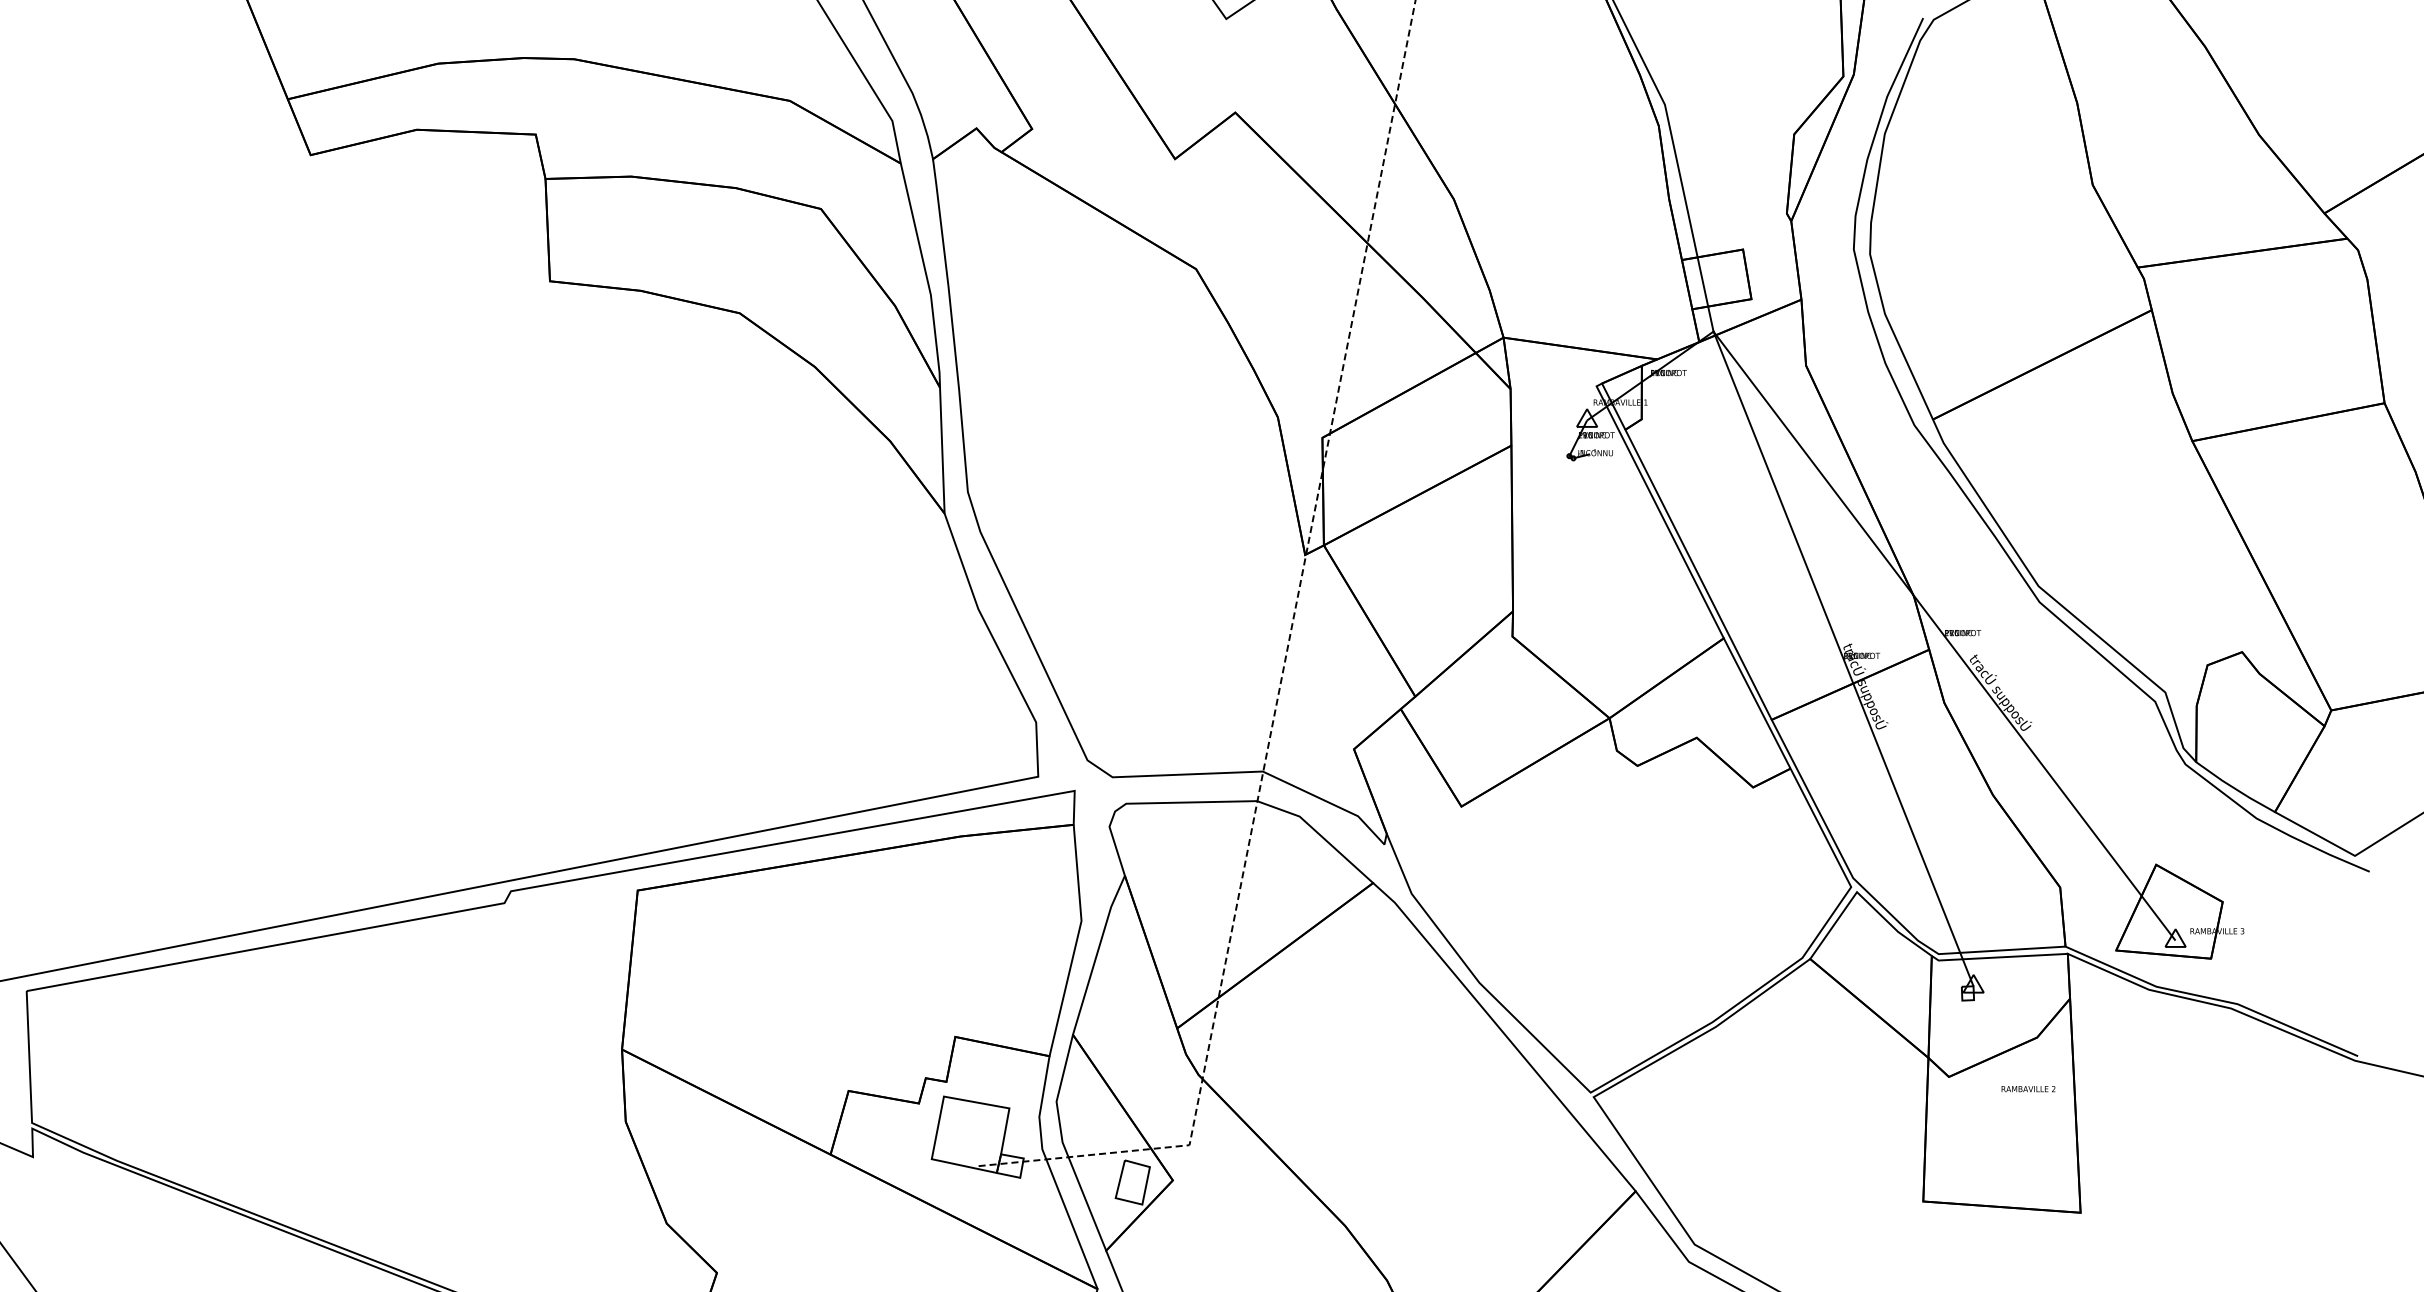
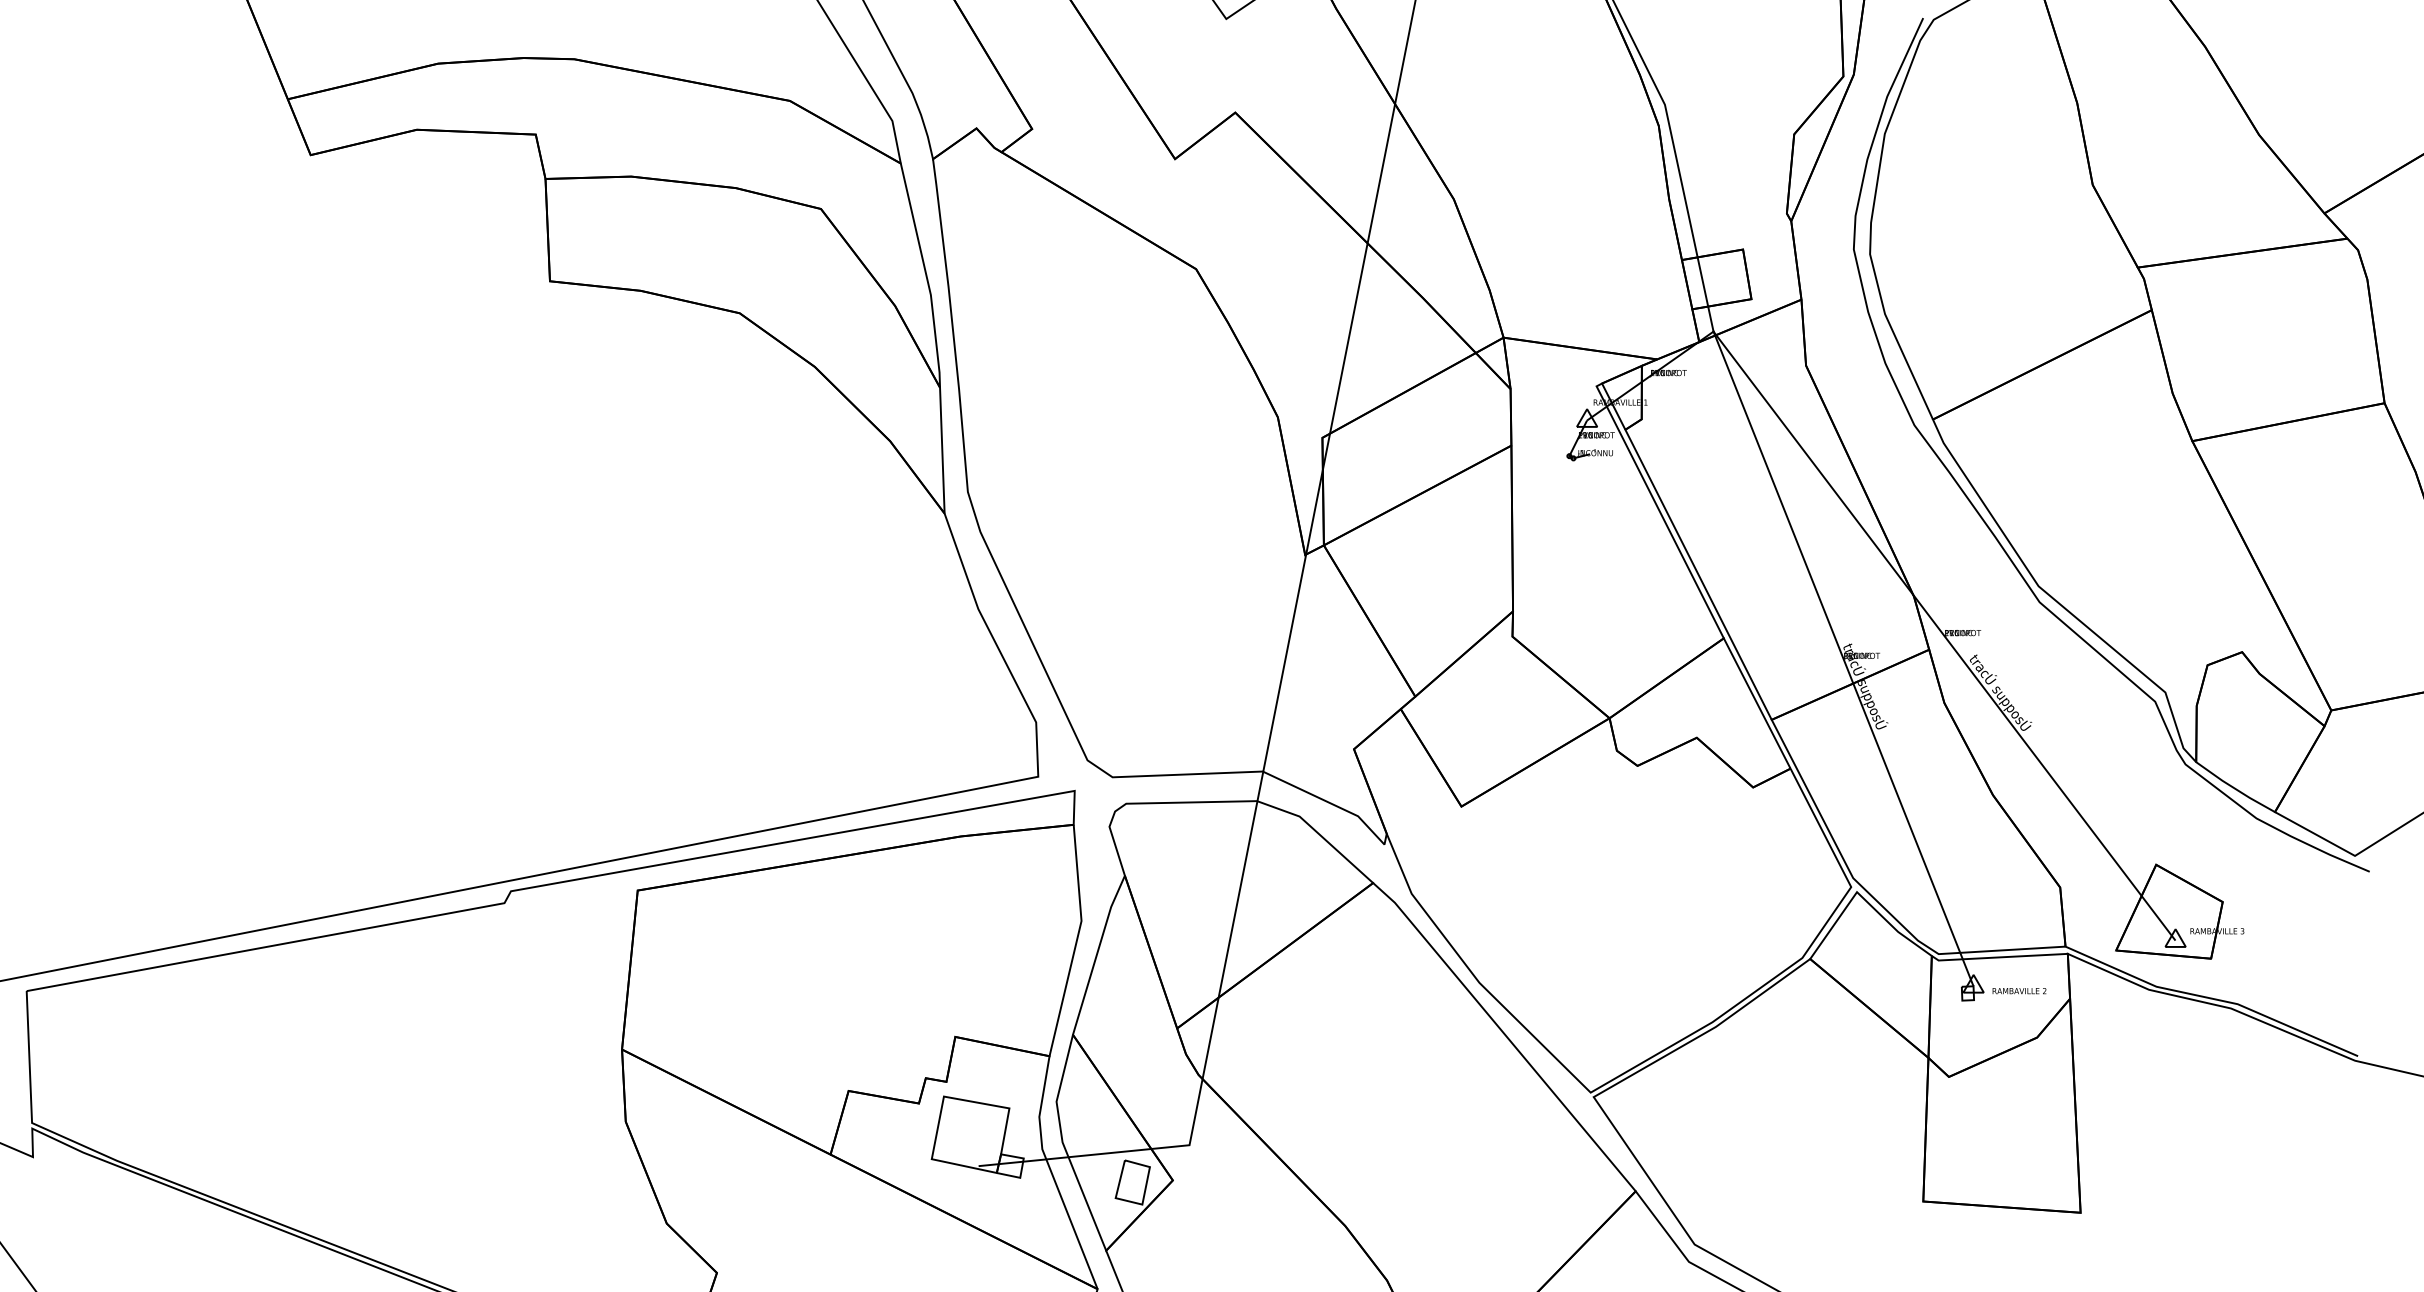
line at (1281, 677): dashed -> solid
text at (2028, 1089) position: (2028, 1089) -> (2019, 991)
